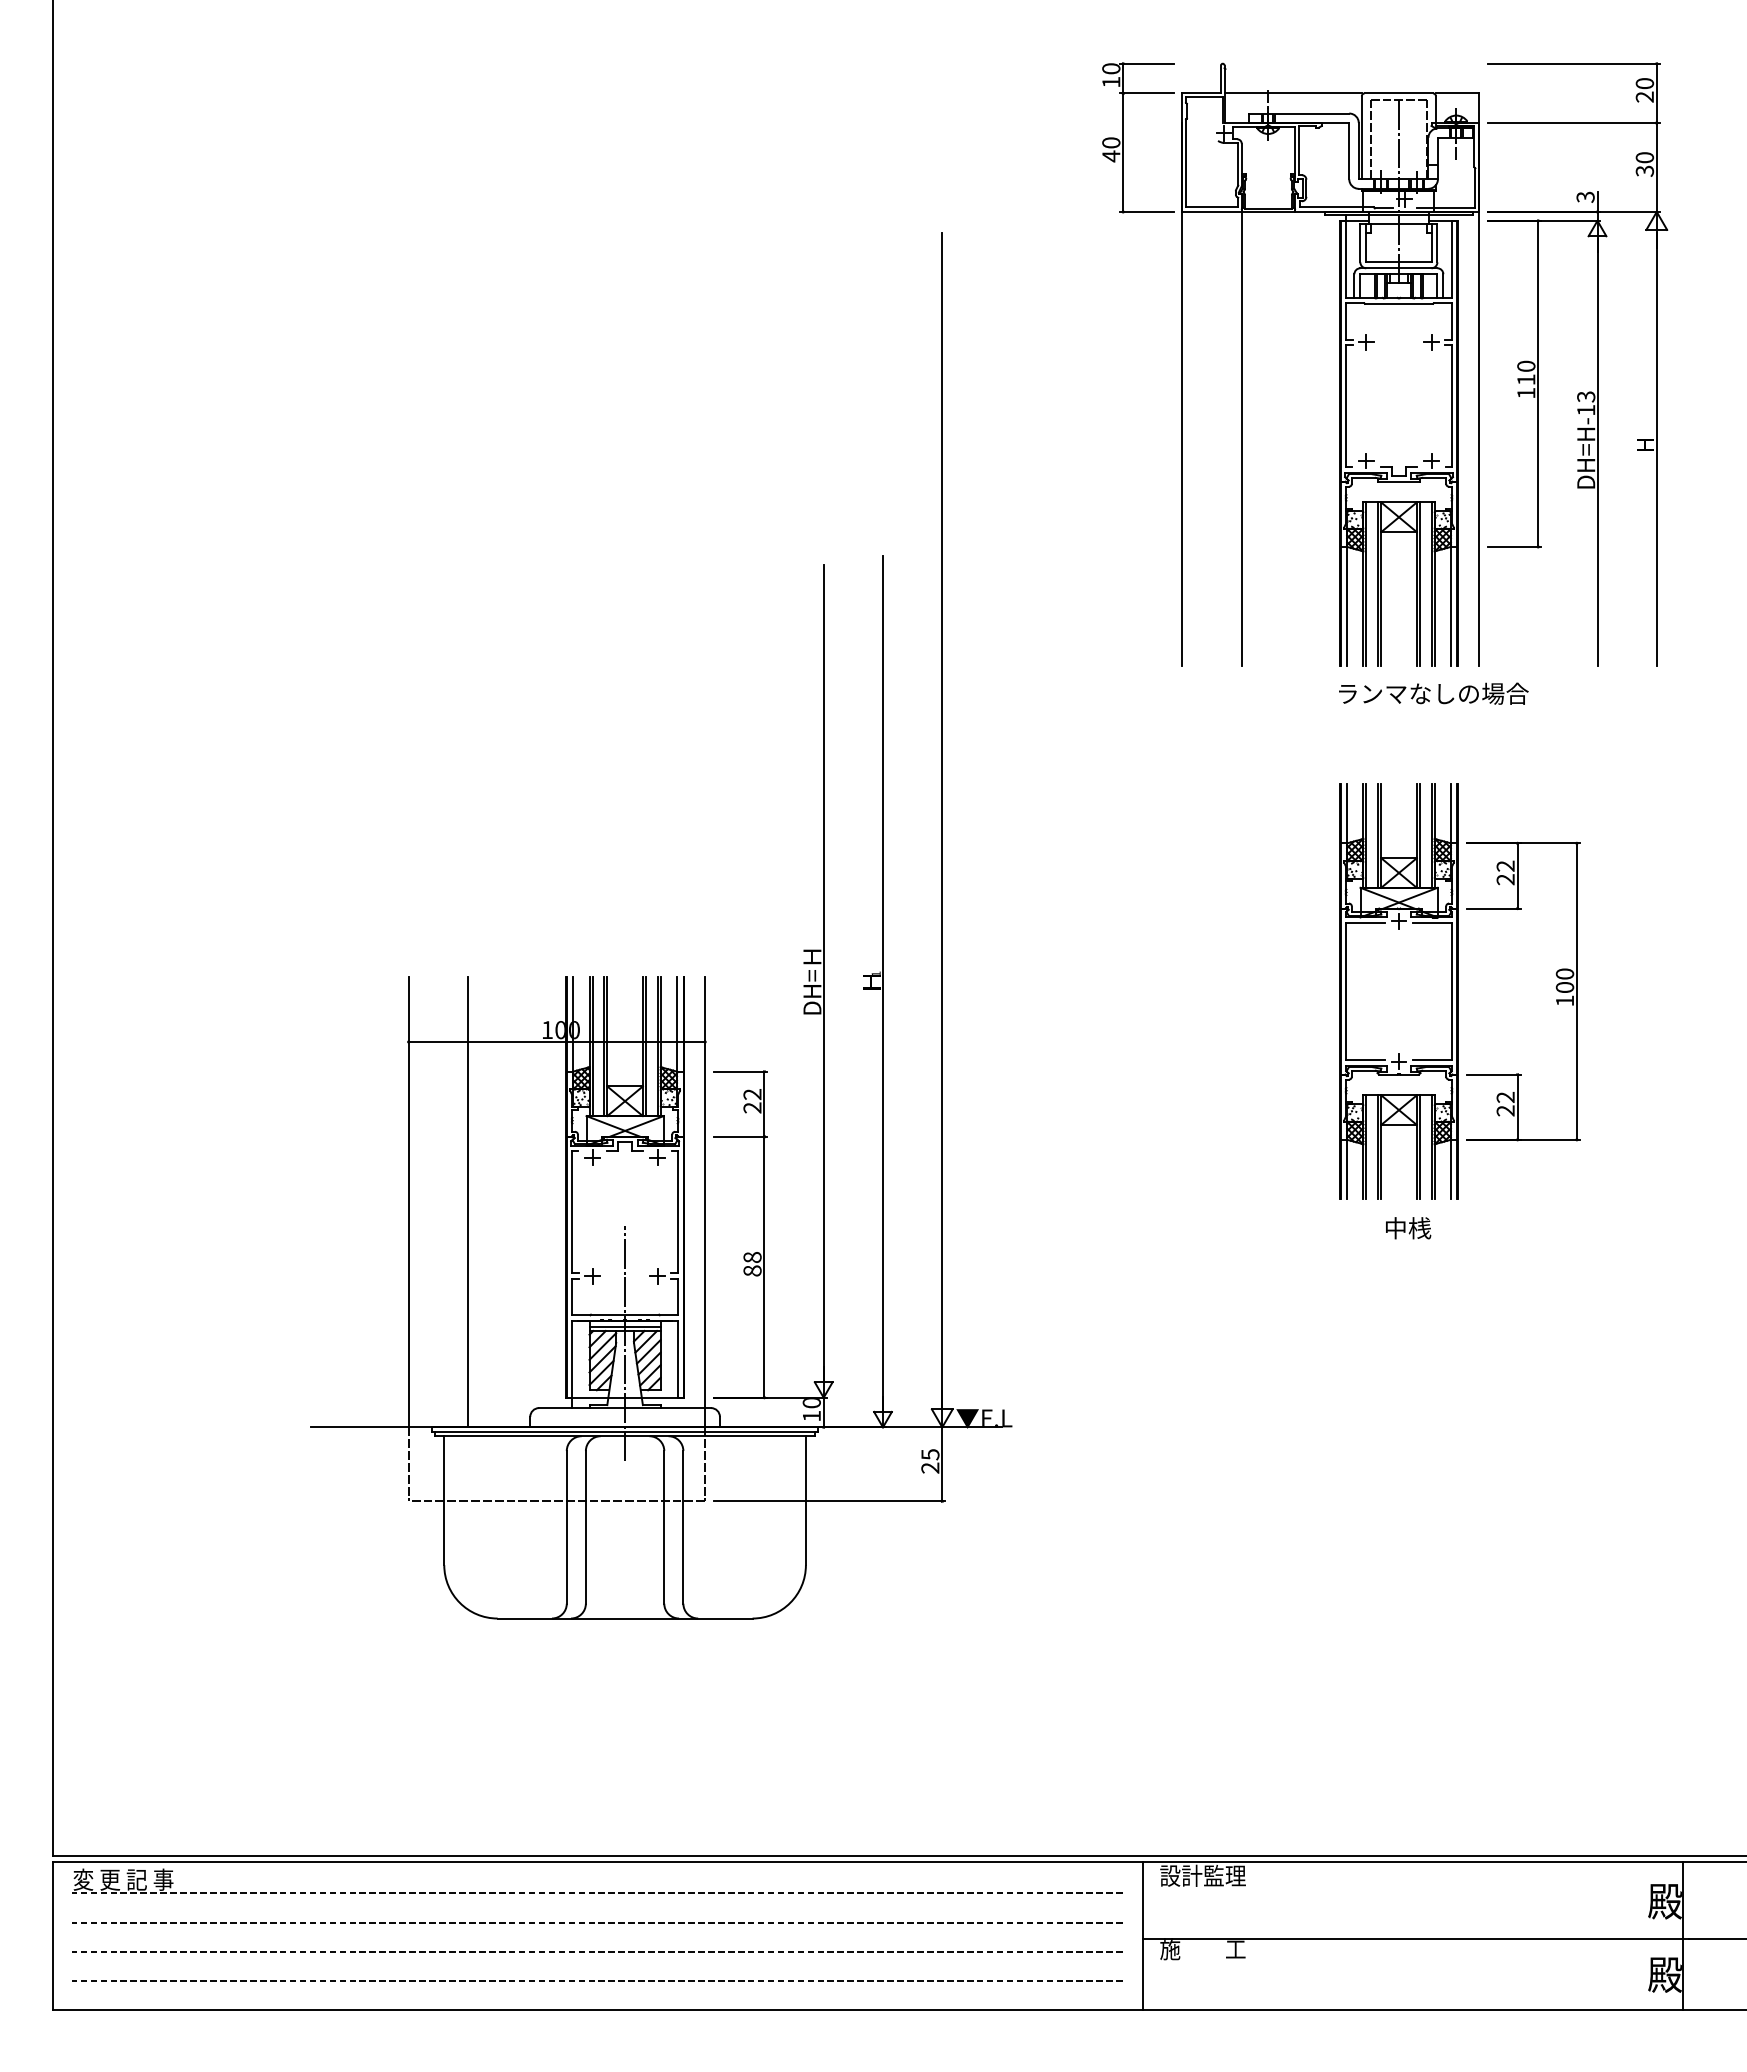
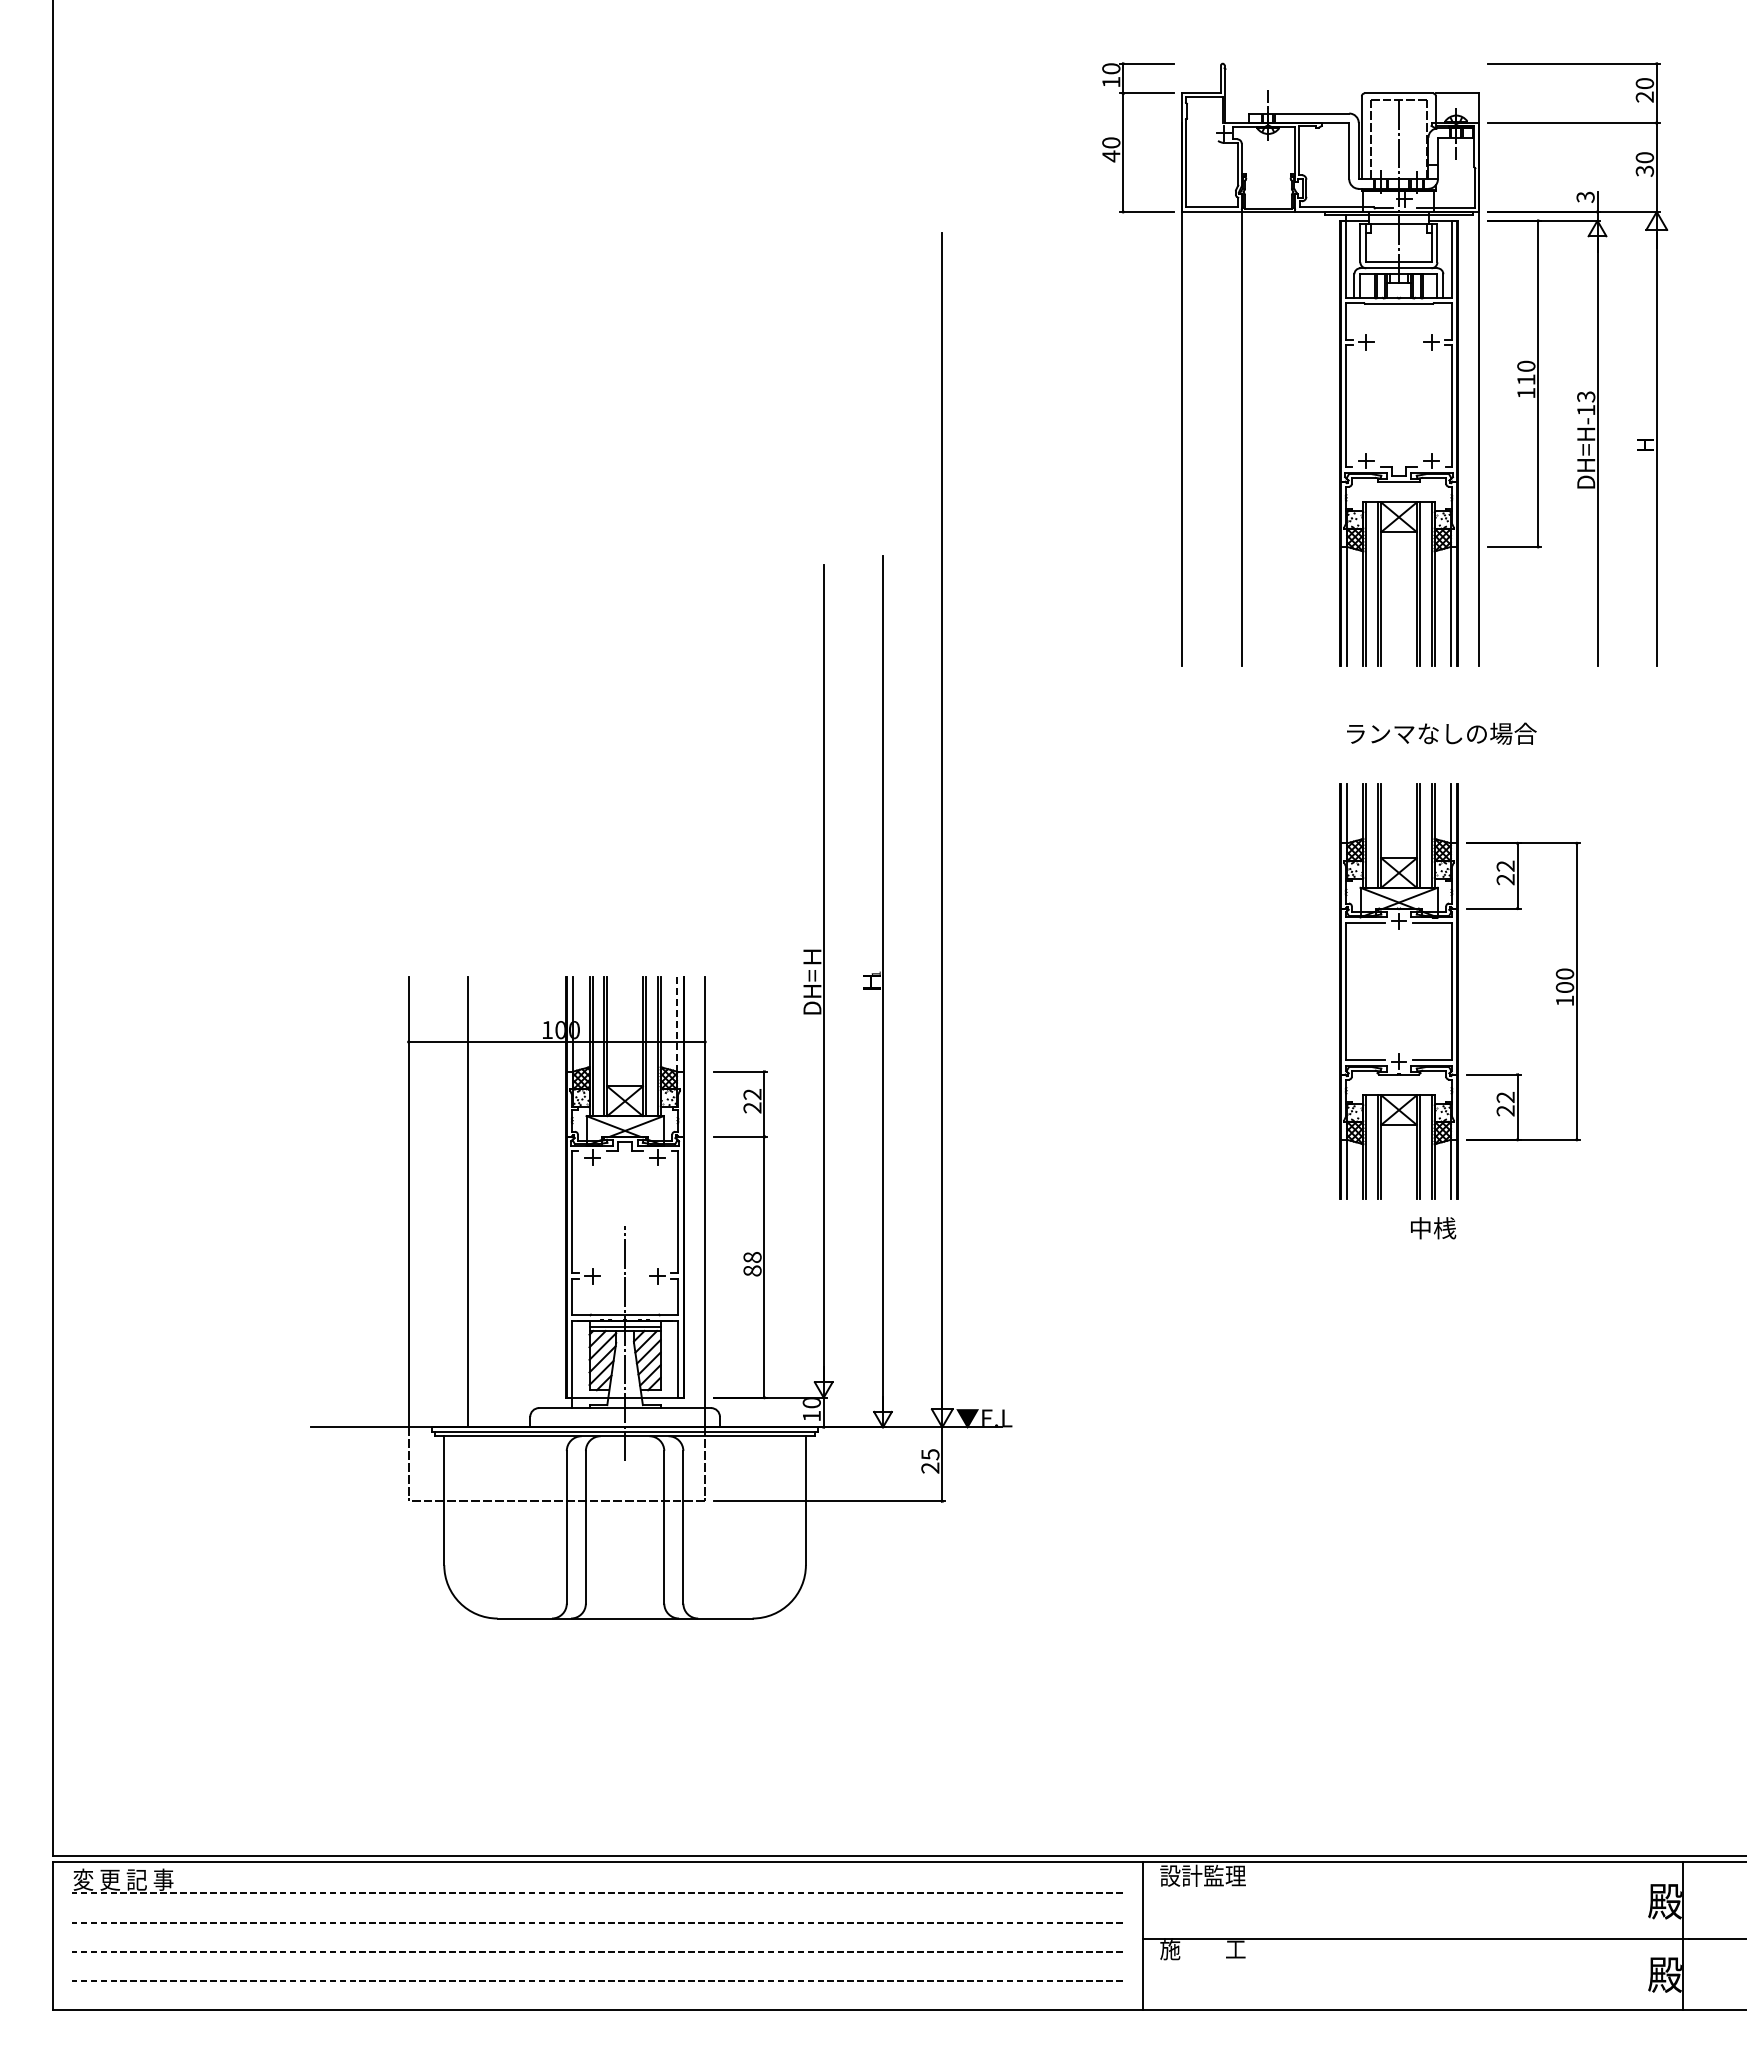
line at (1293, 93): present -> none
text at (1433, 693) position: (1433, 693) -> (1441, 733)
line at (676, 1023): solid -> dashed
text at (1408, 1228) position: (1408, 1228) -> (1433, 1228)
